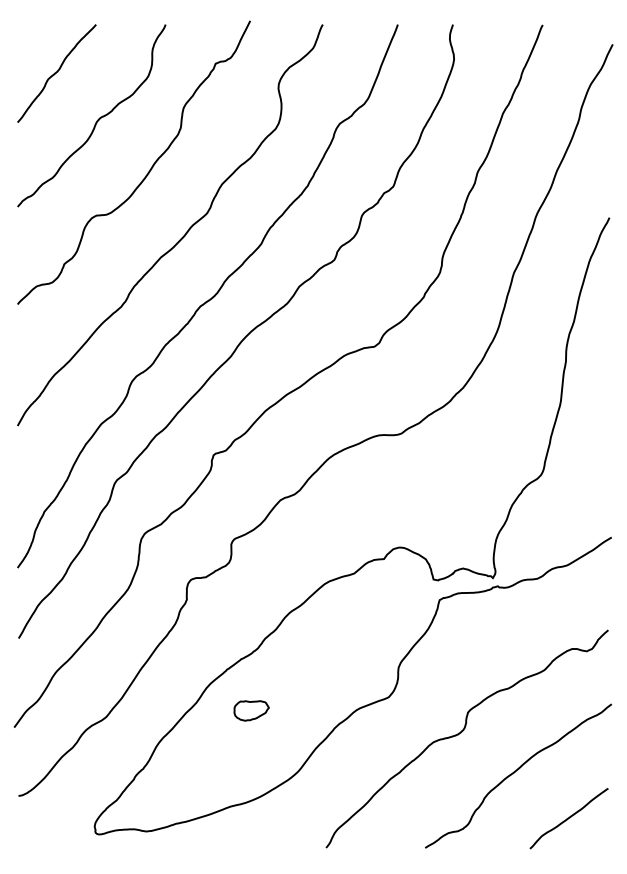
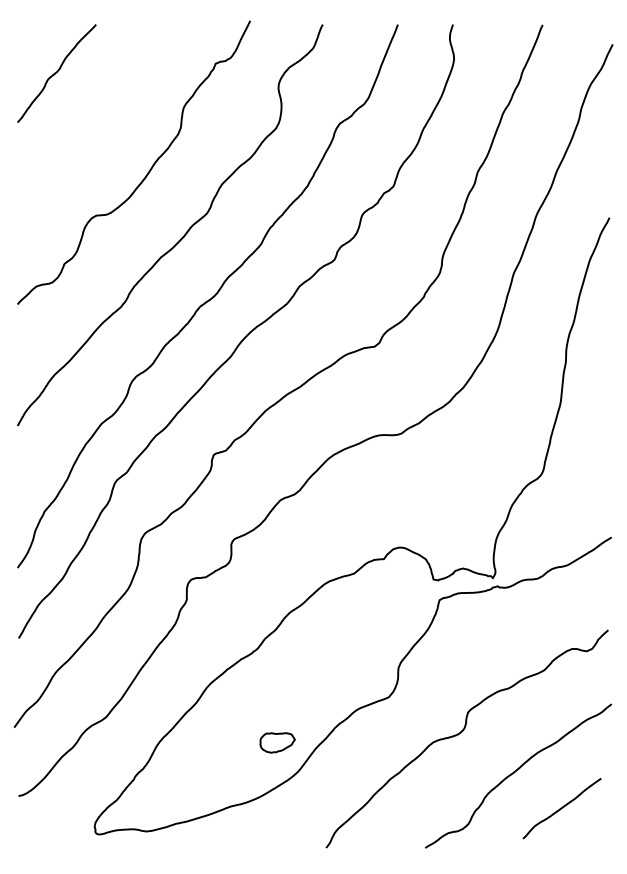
curve at (96, 120): present -> none
part at (251, 710) position: (251, 710) -> (277, 742)
curve at (568, 818) position: (568, 818) -> (561, 808)
